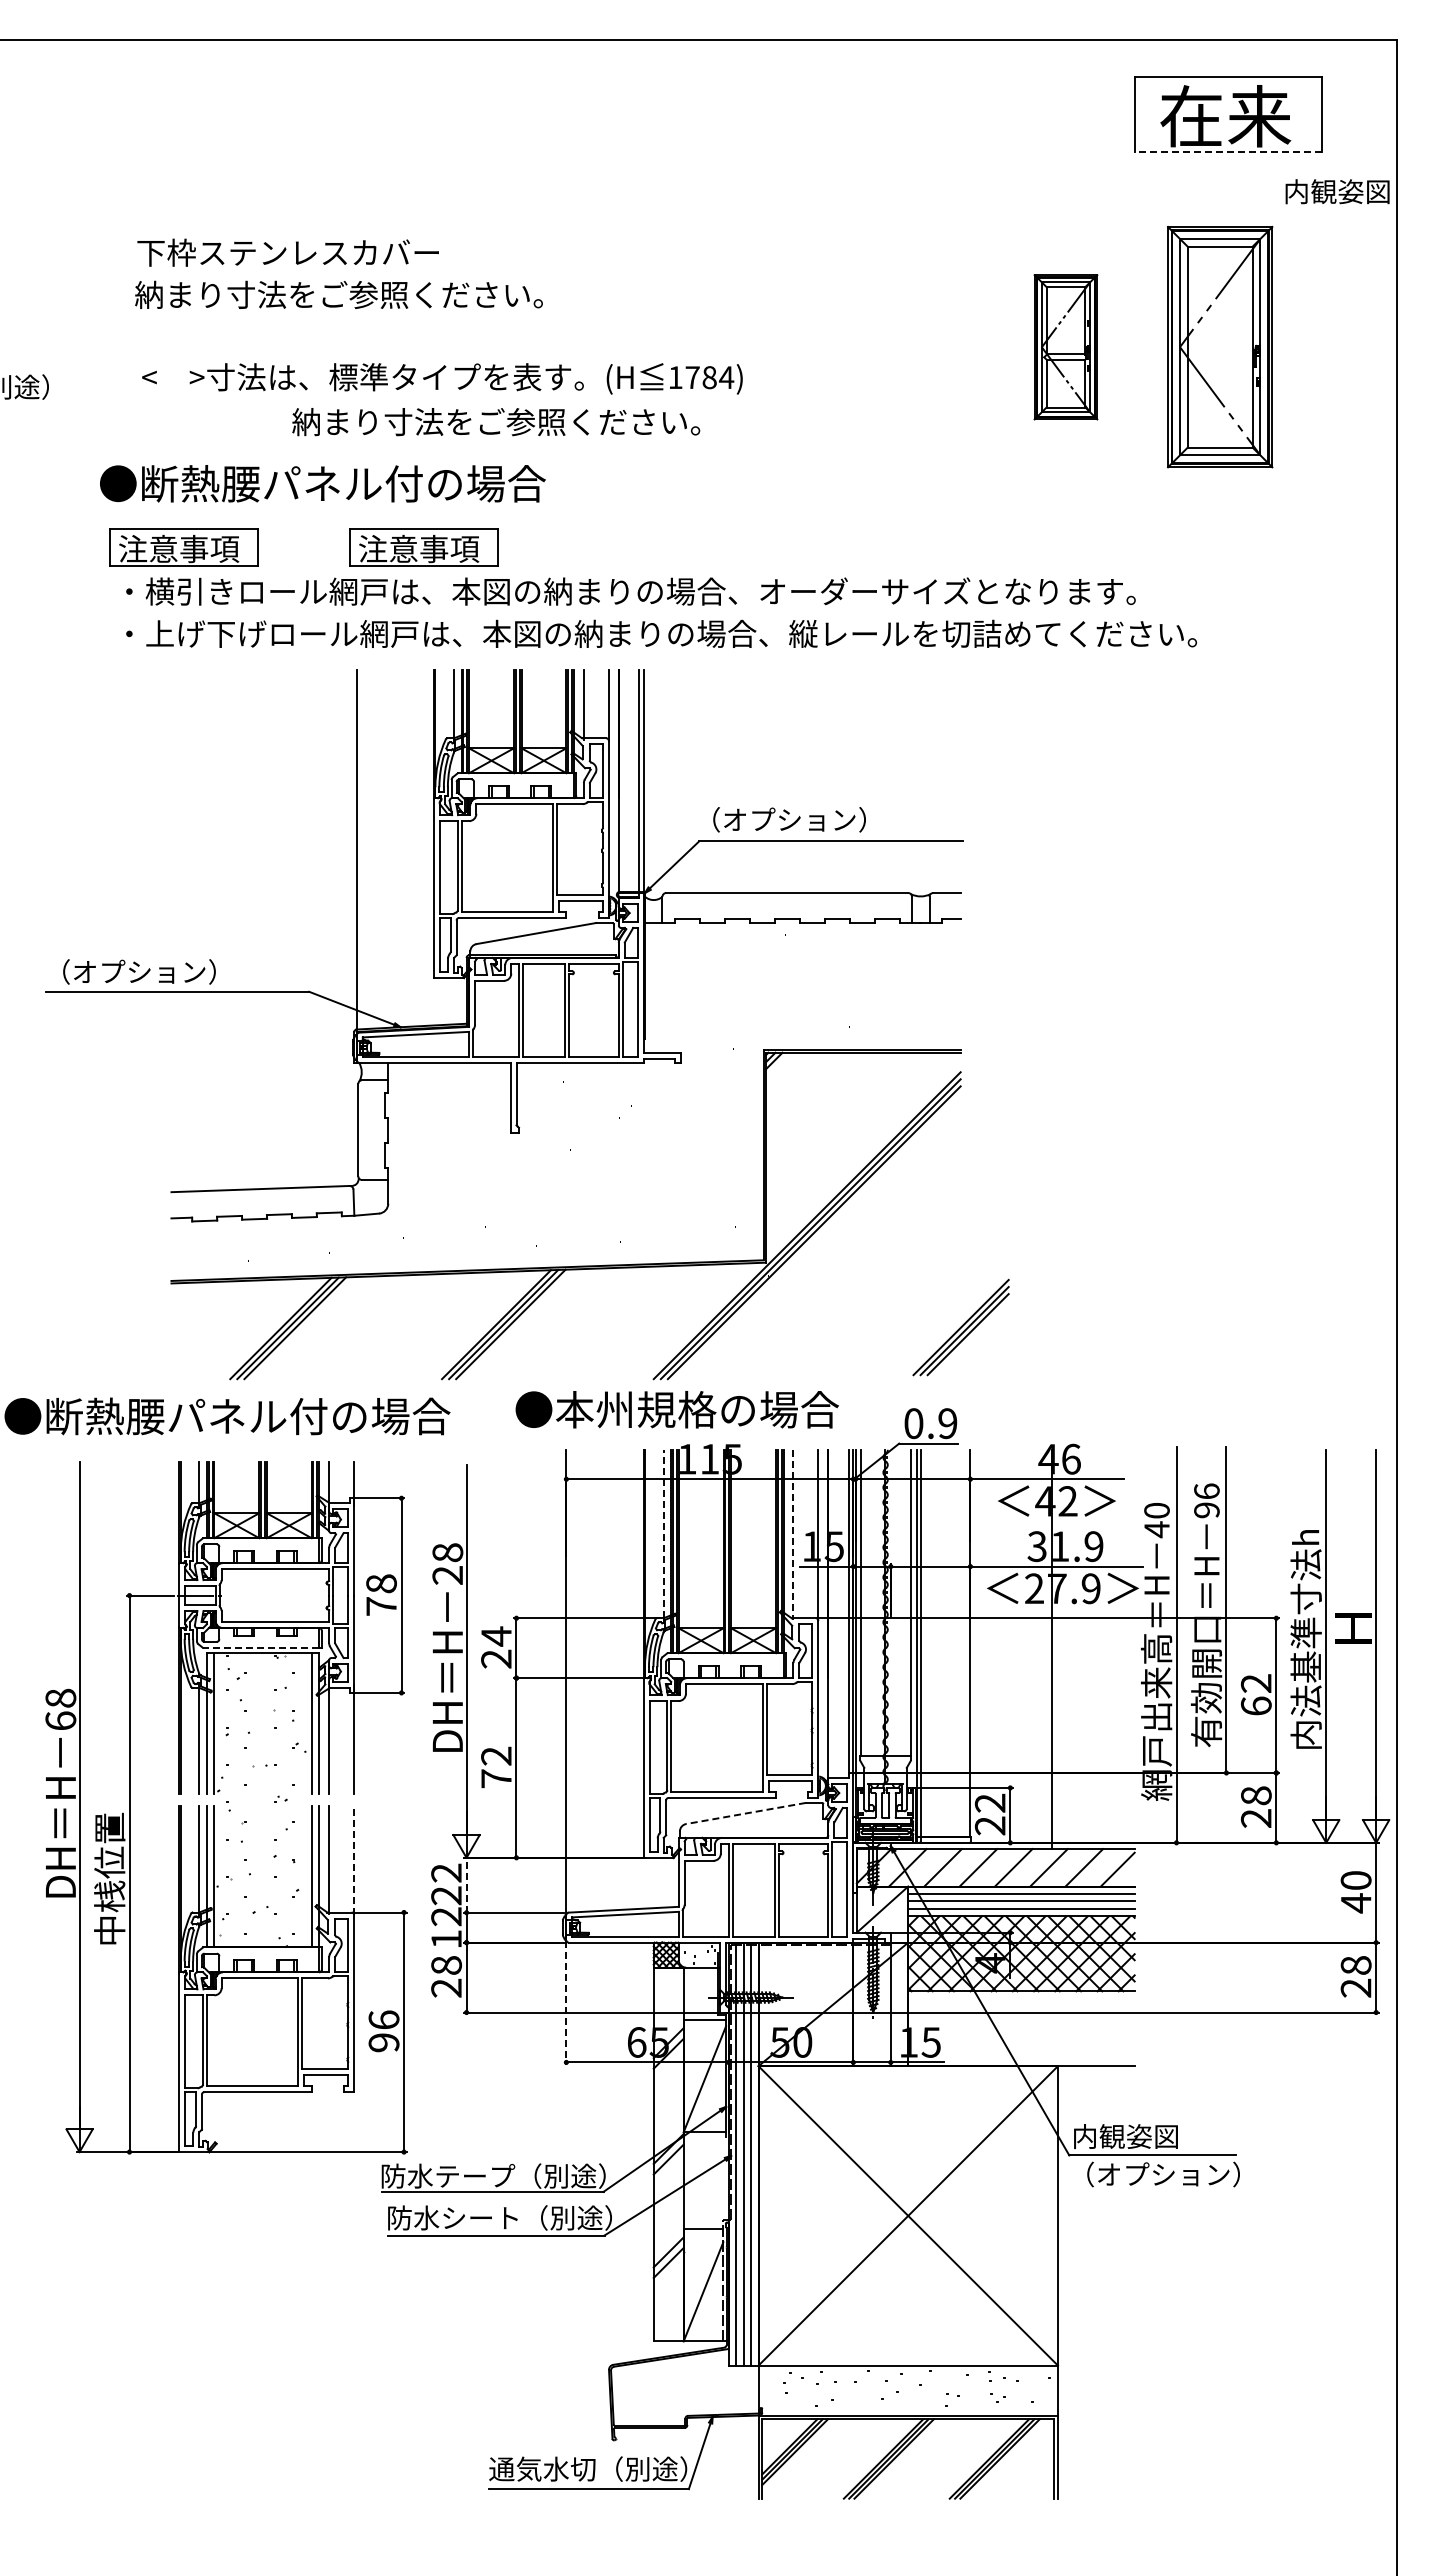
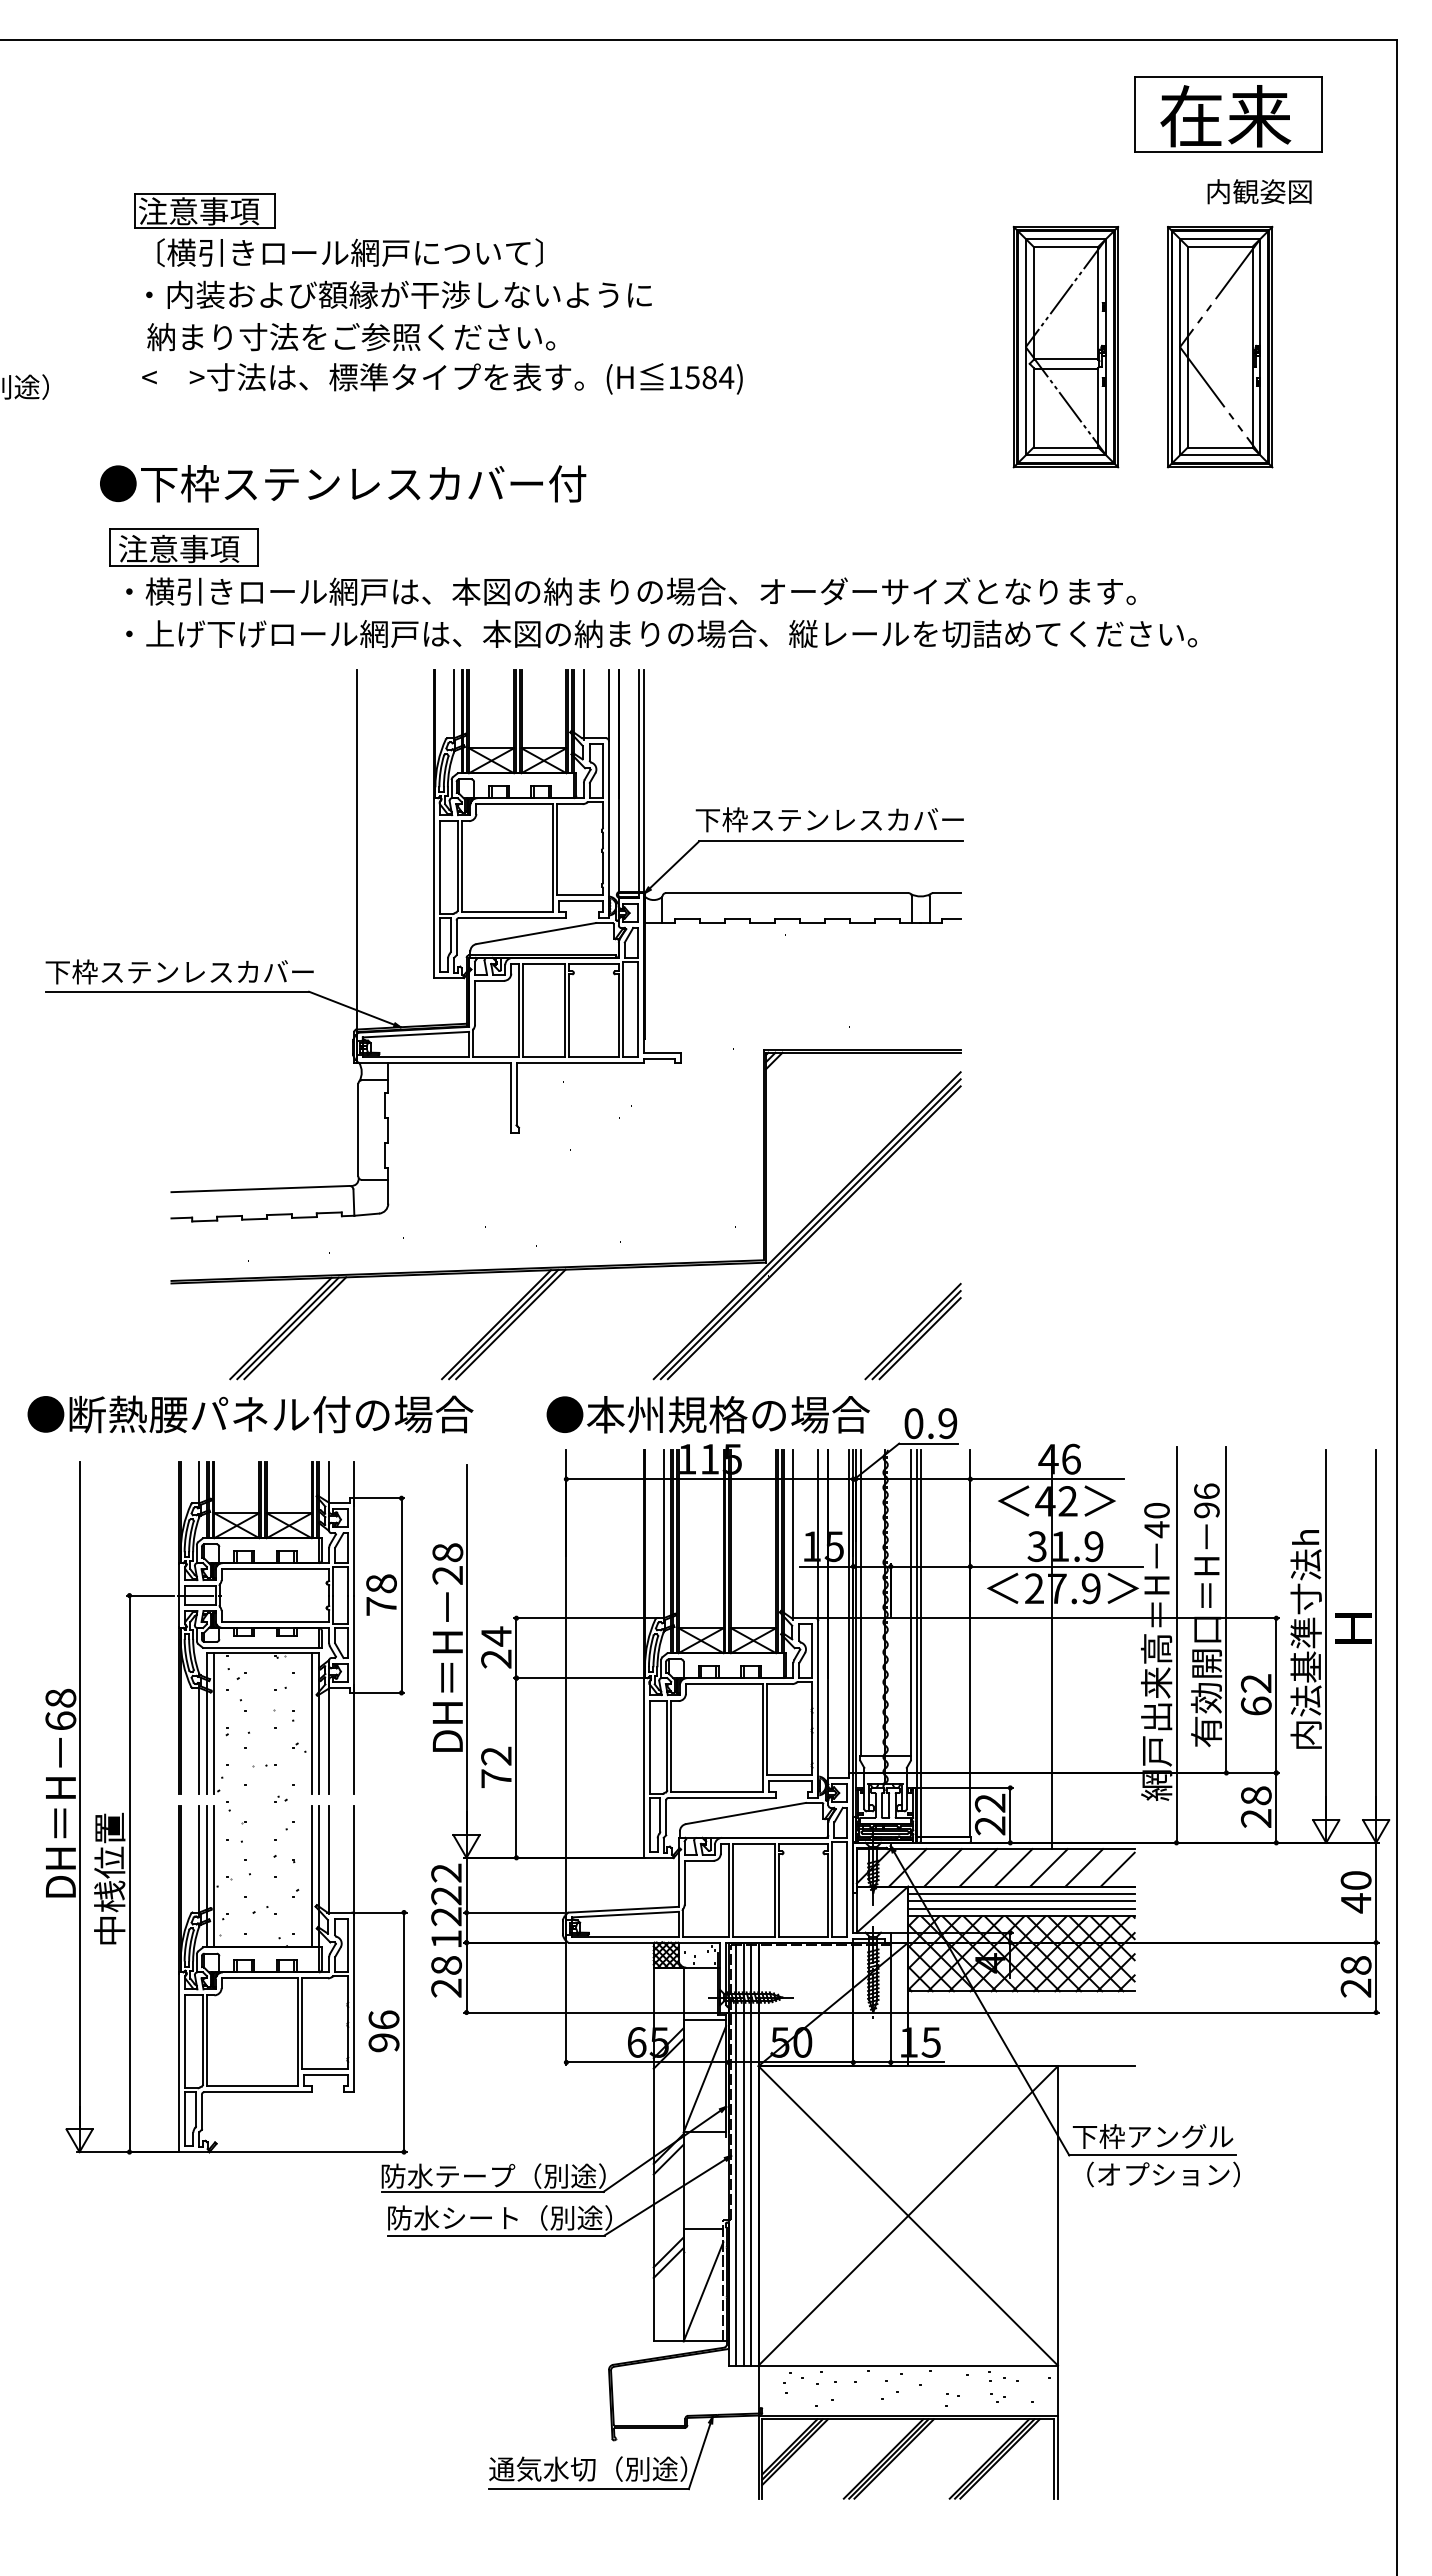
line at (1228, 152): dashed -> solid
text at (1337, 191) position: (1337, 191) -> (1259, 191)
part at (204, 210): none -> present
text at (339, 252): 下枠ステンレスカバー -> 〔横引きロール網戸について〕
text at (393, 294): 納まり寸法をご参照ください。 -> ・内装および額縁が干渉しないように
part at (1065, 347) size: 66x147 px -> 108x243 px
text at (692, 377): 1784) -> 1584)
text at (496, 422) position: (496, 422) -> (351, 337)
text at (363, 483): ●断熱腰パネル付の場合 -> ●下枠ステンレスカバー付
part at (423, 547): present -> none
text at (829, 819): （オプション） -> 下枠ステンレスカバー
text at (179, 971): （オプション） -> 下枠ステンレスカバー
part at (960, 1327) position: (960, 1327) -> (912, 1331)
text at (676, 1409) position: (676, 1409) -> (707, 1414)
text at (227, 1416) position: (227, 1416) -> (250, 1414)
line at (663, 1533): dashed -> solid
line at (793, 1534): dashed -> solid
line at (261, 1648): dashed -> solid
line at (746, 1813): dashed -> solid
line at (354, 1860): dashed -> solid
line at (466, 1884): dashed -> solid
line at (566, 2003): dashed -> solid
text at (1152, 2136): 内観姿図 -> 下枠アングル
